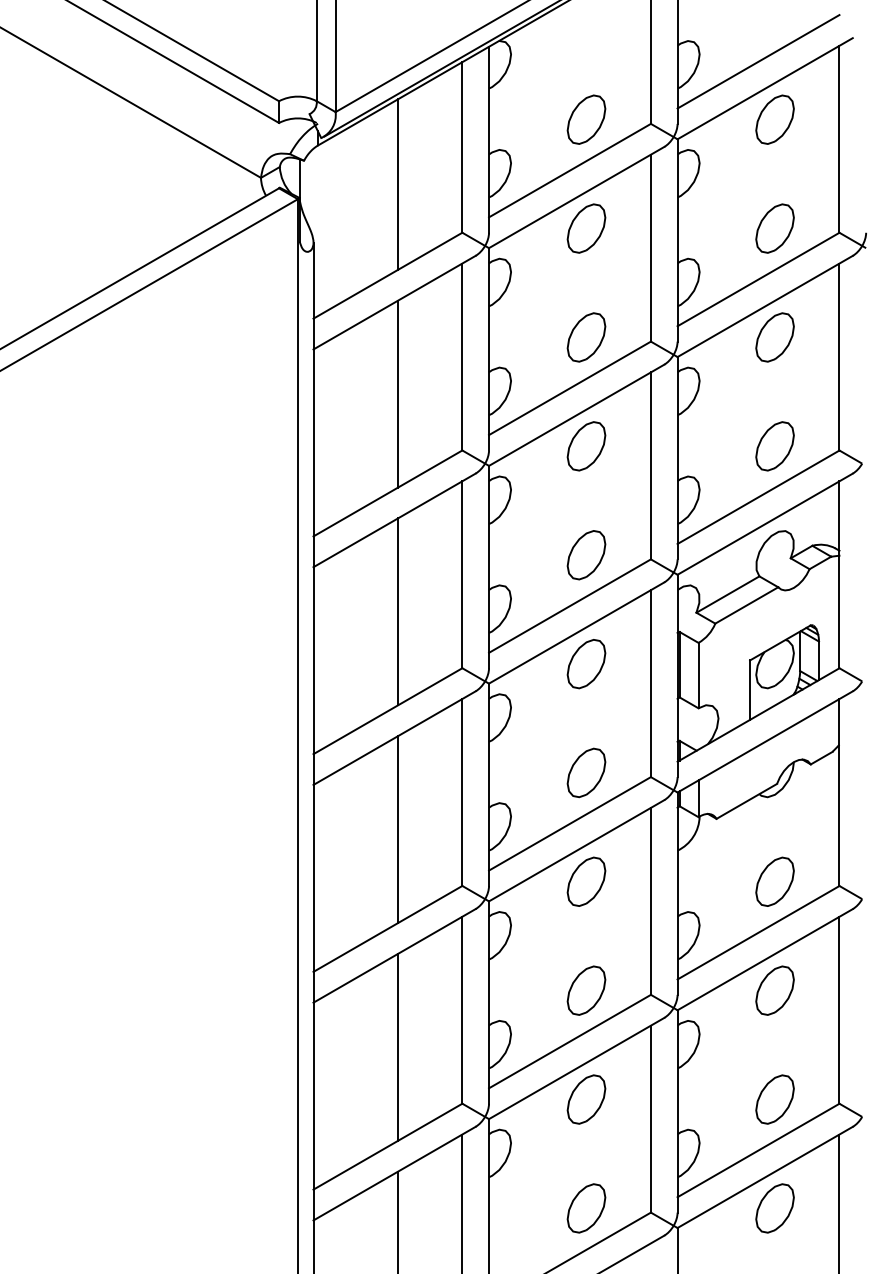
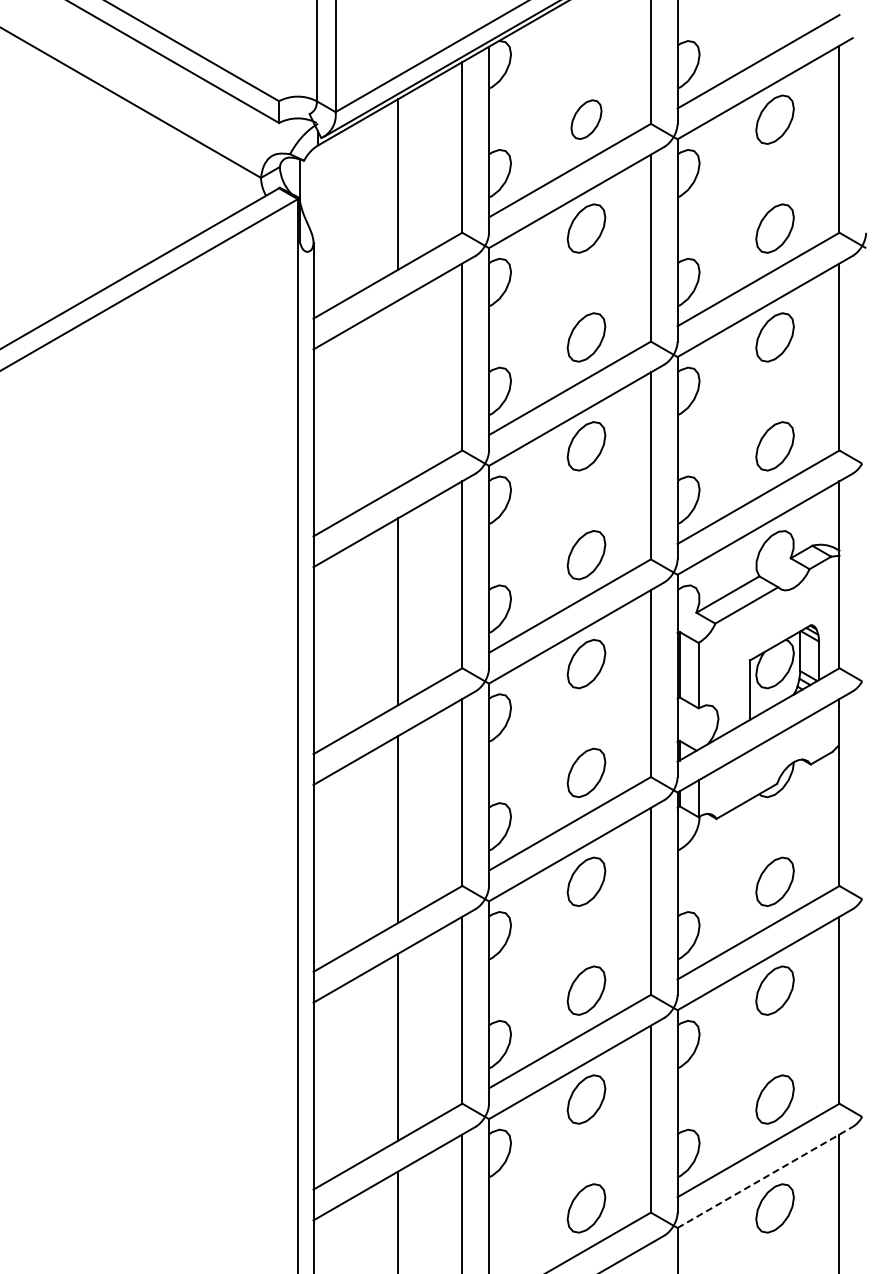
part at (586, 119) size: 41x51 px -> 33x41 px
line at (397, 393): present -> none
line at (765, 1177): solid -> dashed
